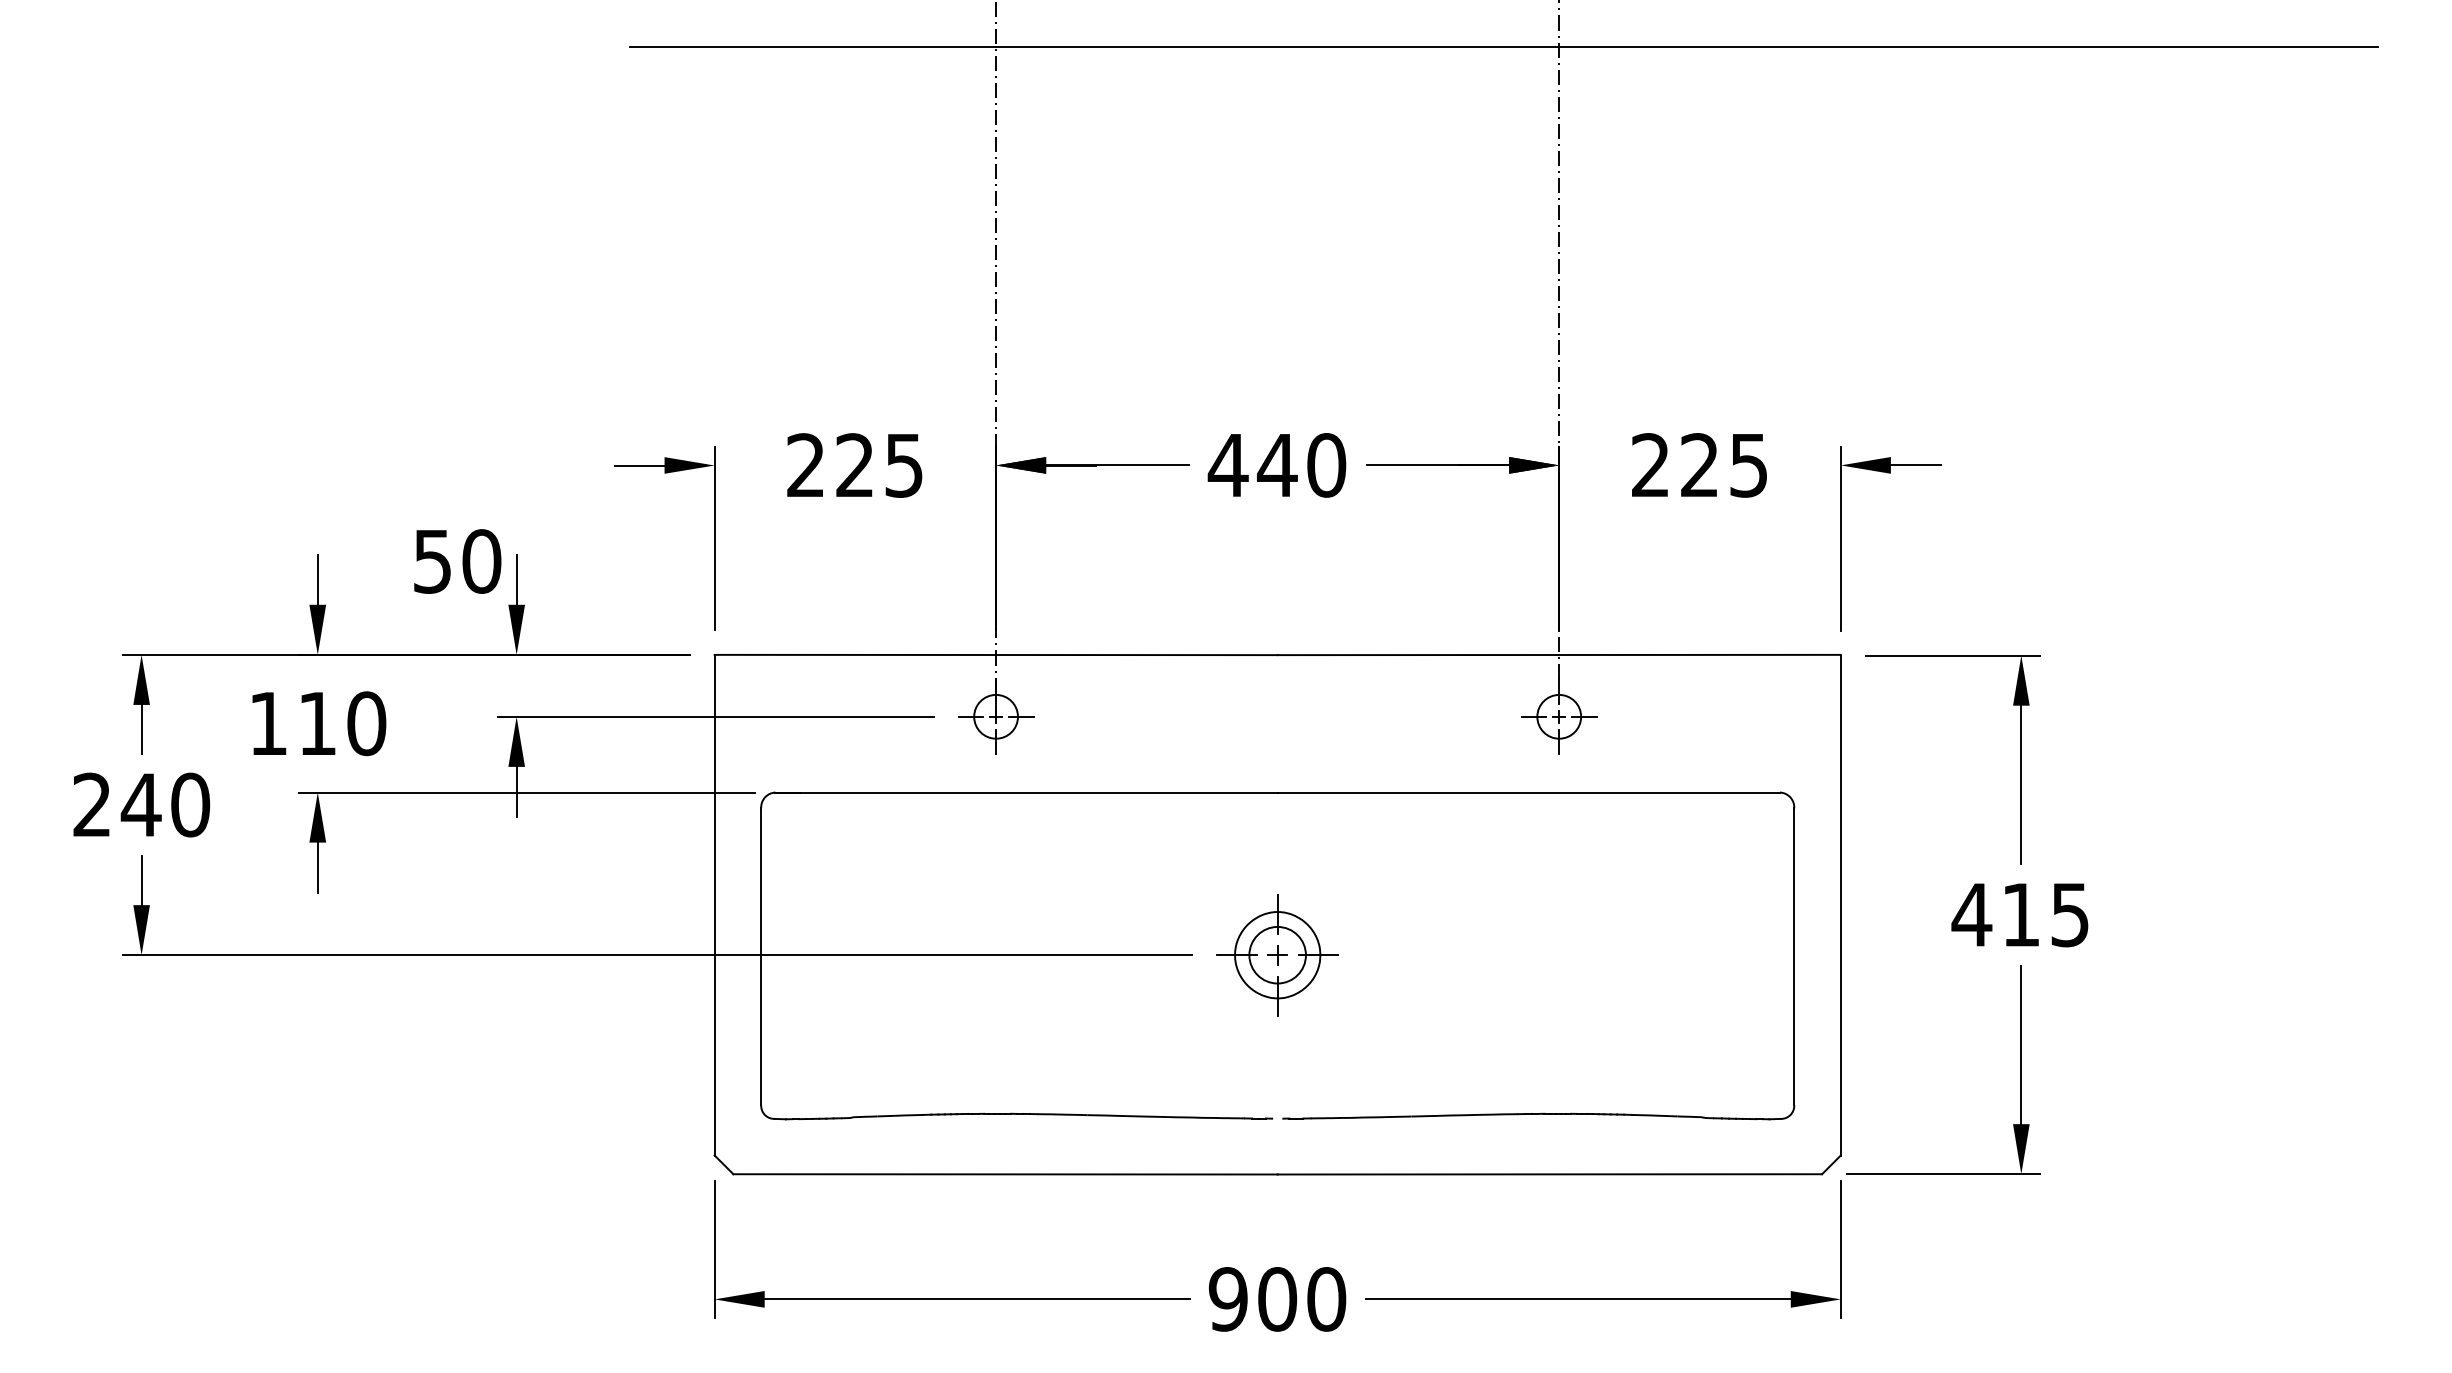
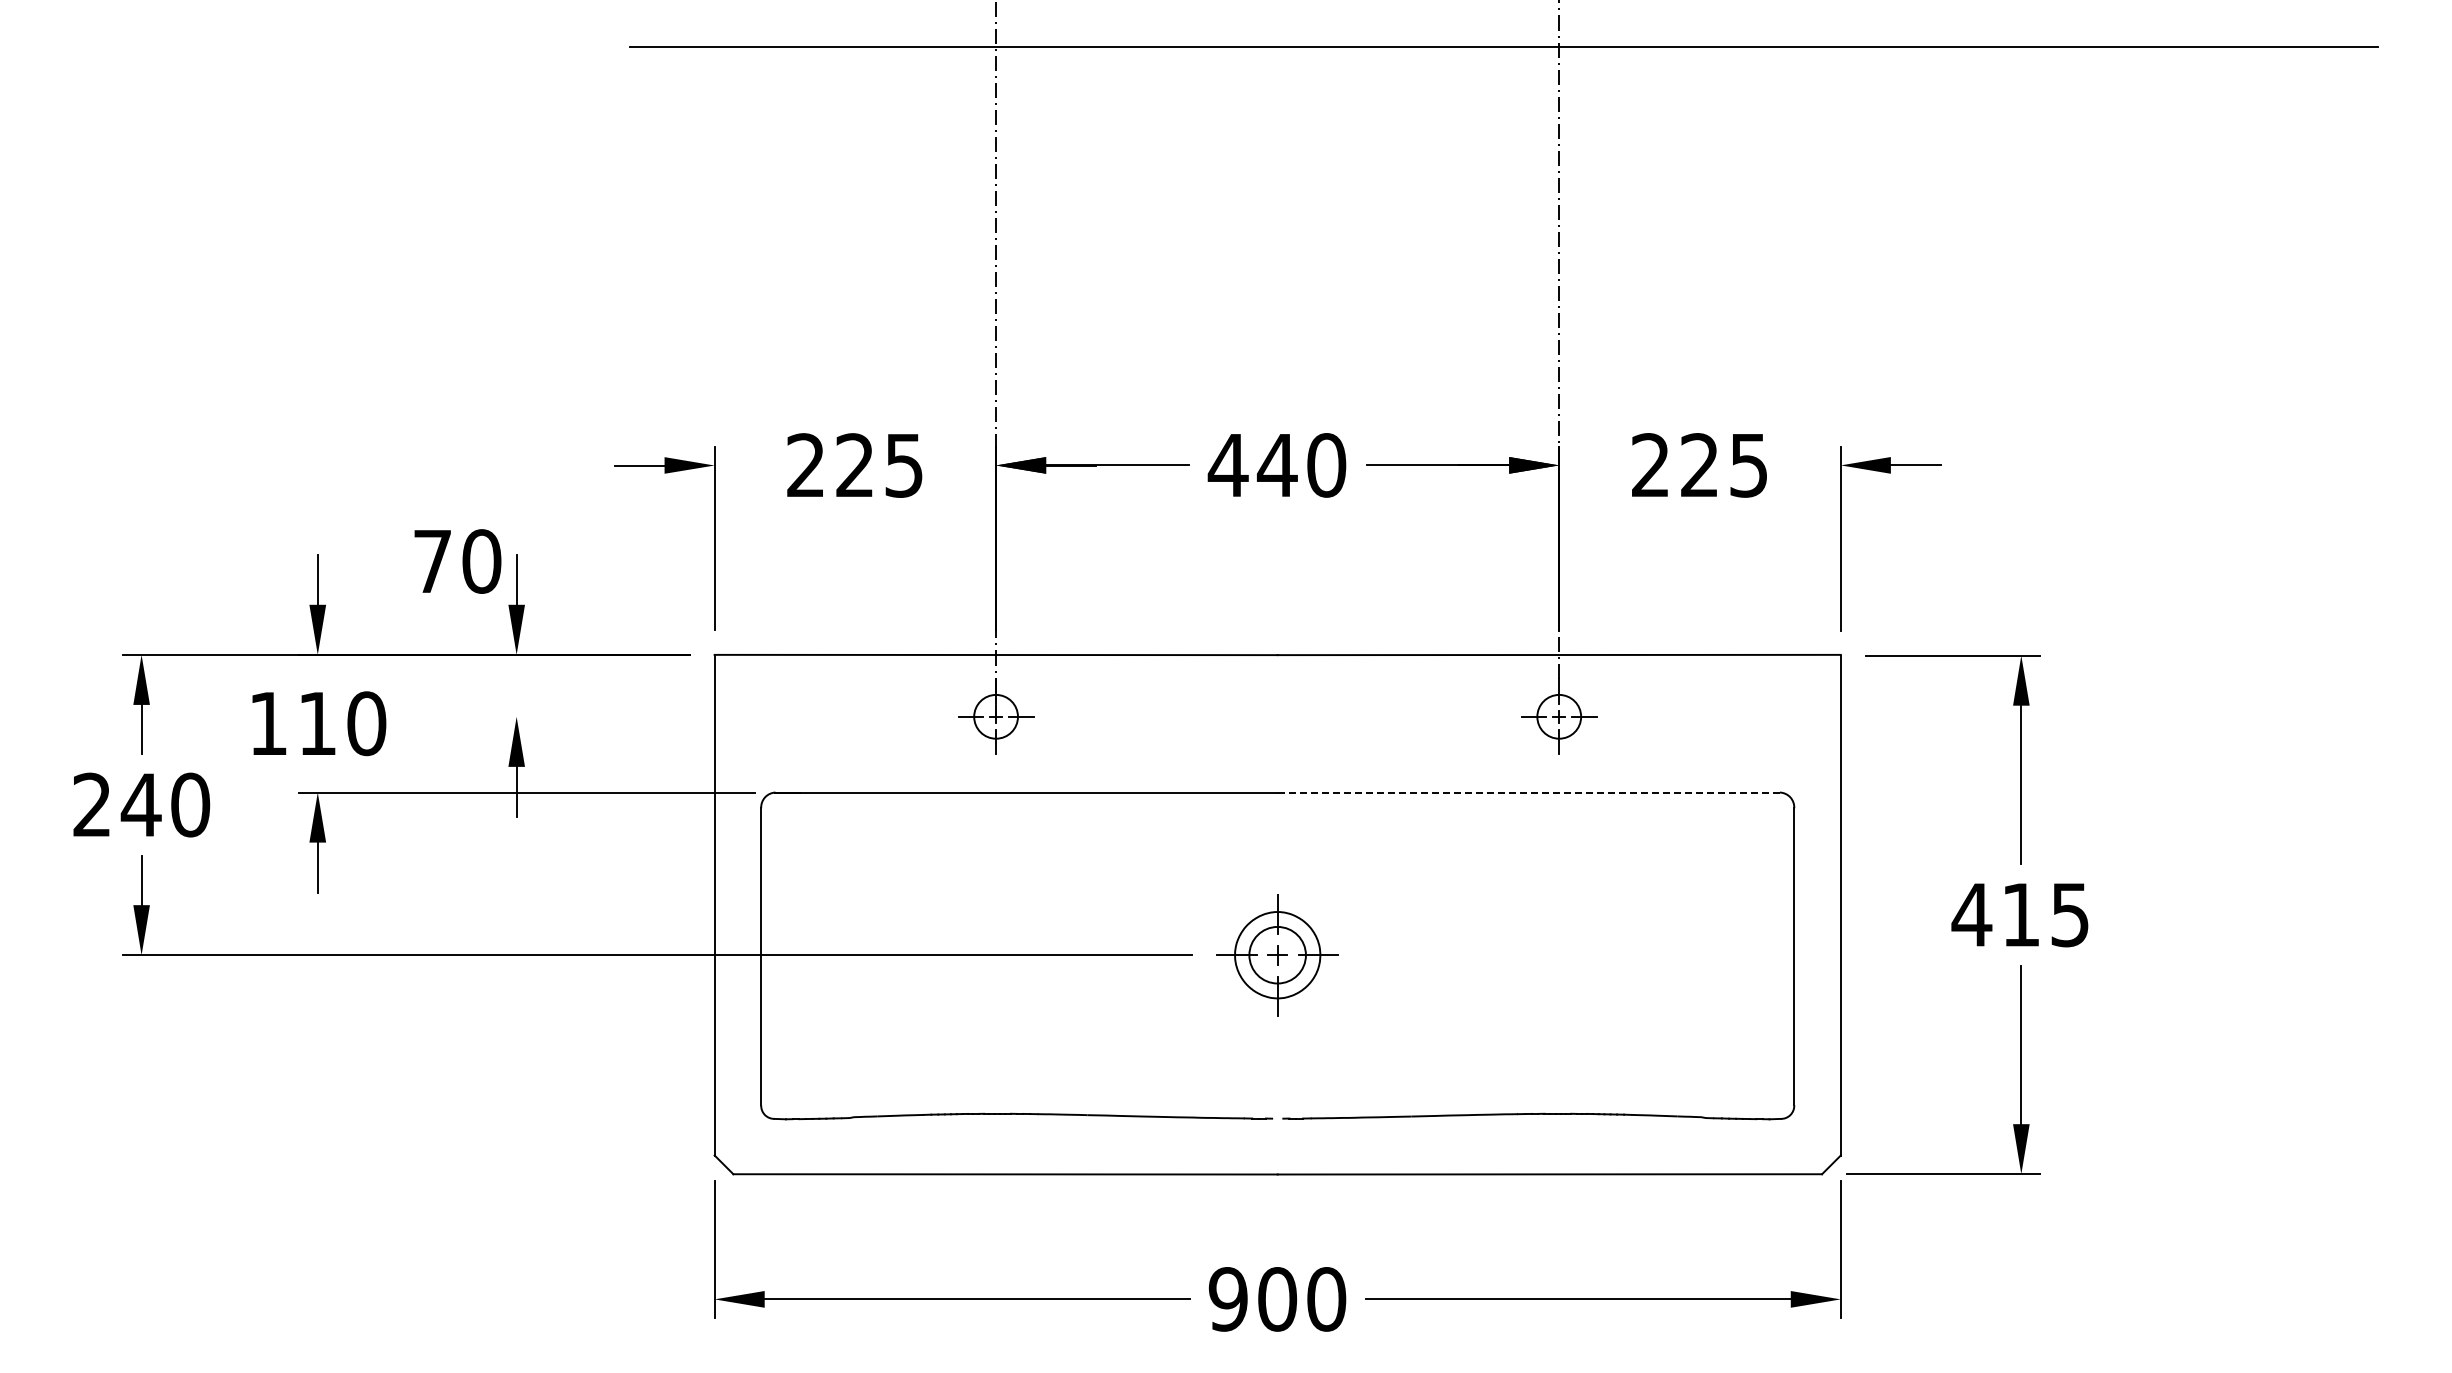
text at (432, 561): 50 -> 70
line at (715, 716): present -> none
line at (1528, 792): solid -> dashed
